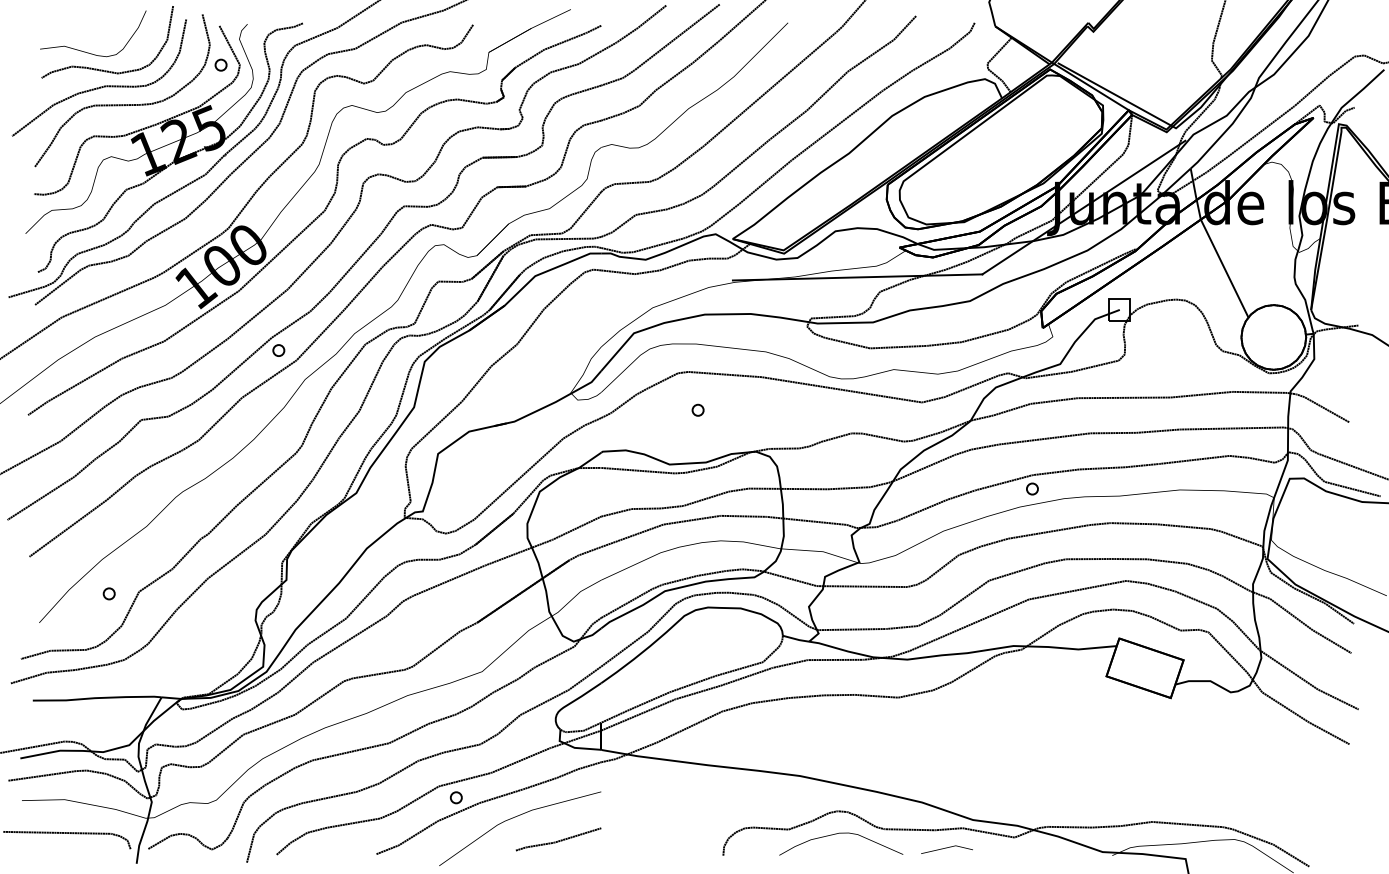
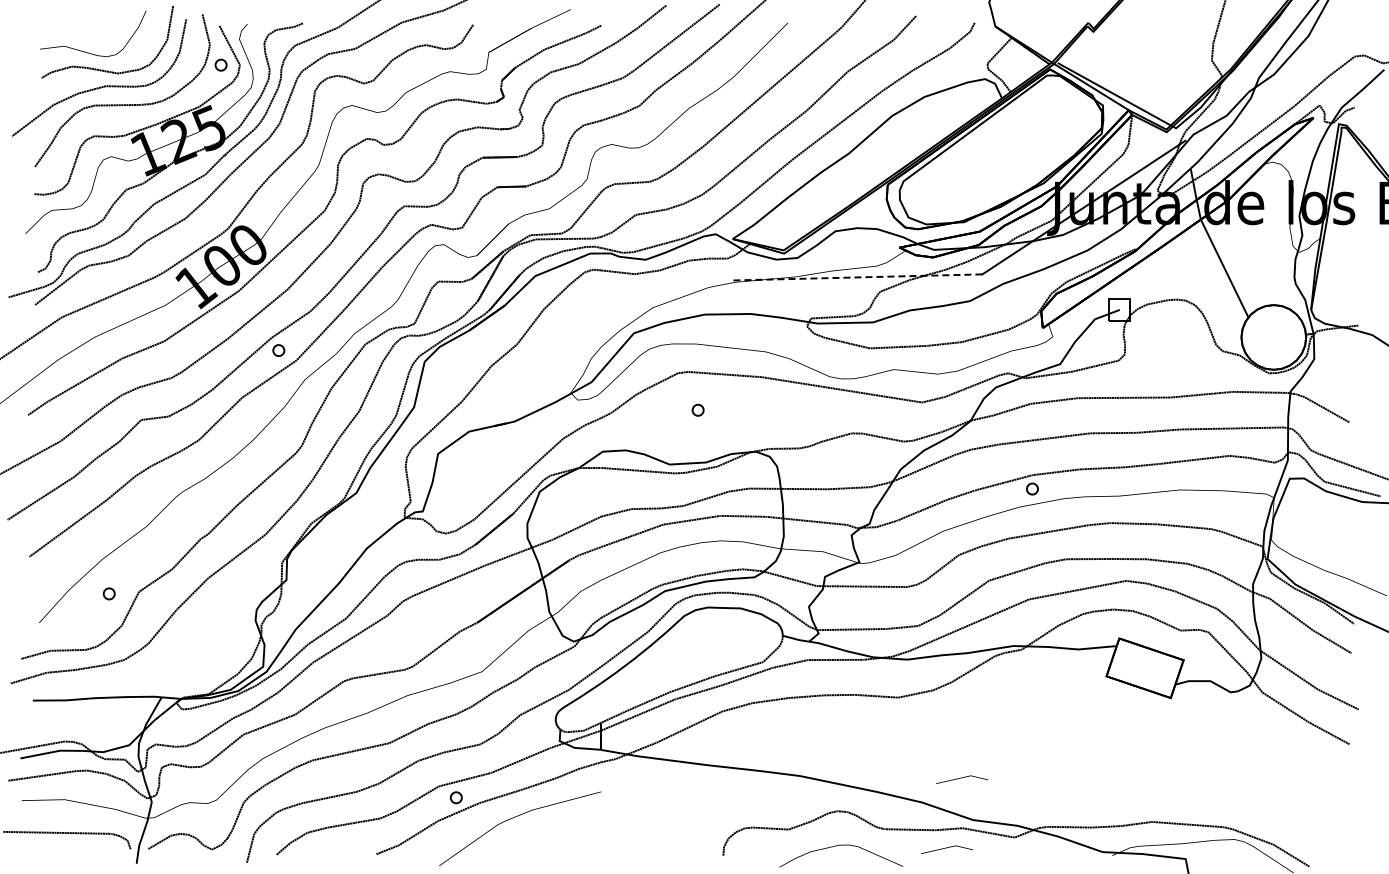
line at (857, 277): solid -> dashed
line at (961, 778): none -> present
curve at (841, 833) position: (841, 833) -> (841, 845)
line at (558, 840): present -> none
